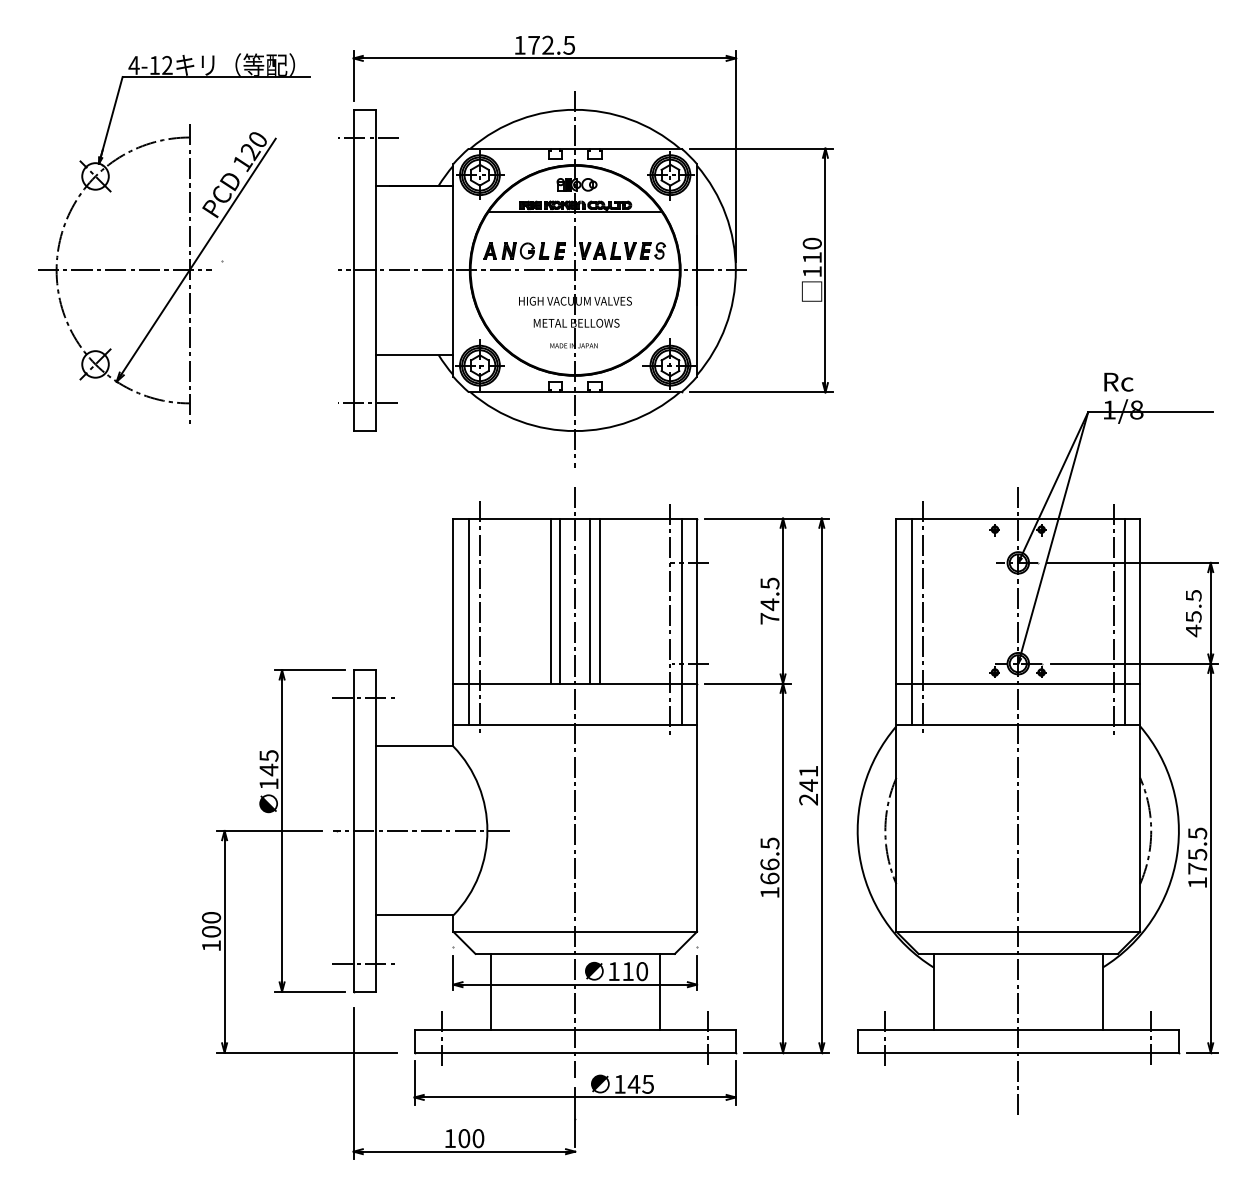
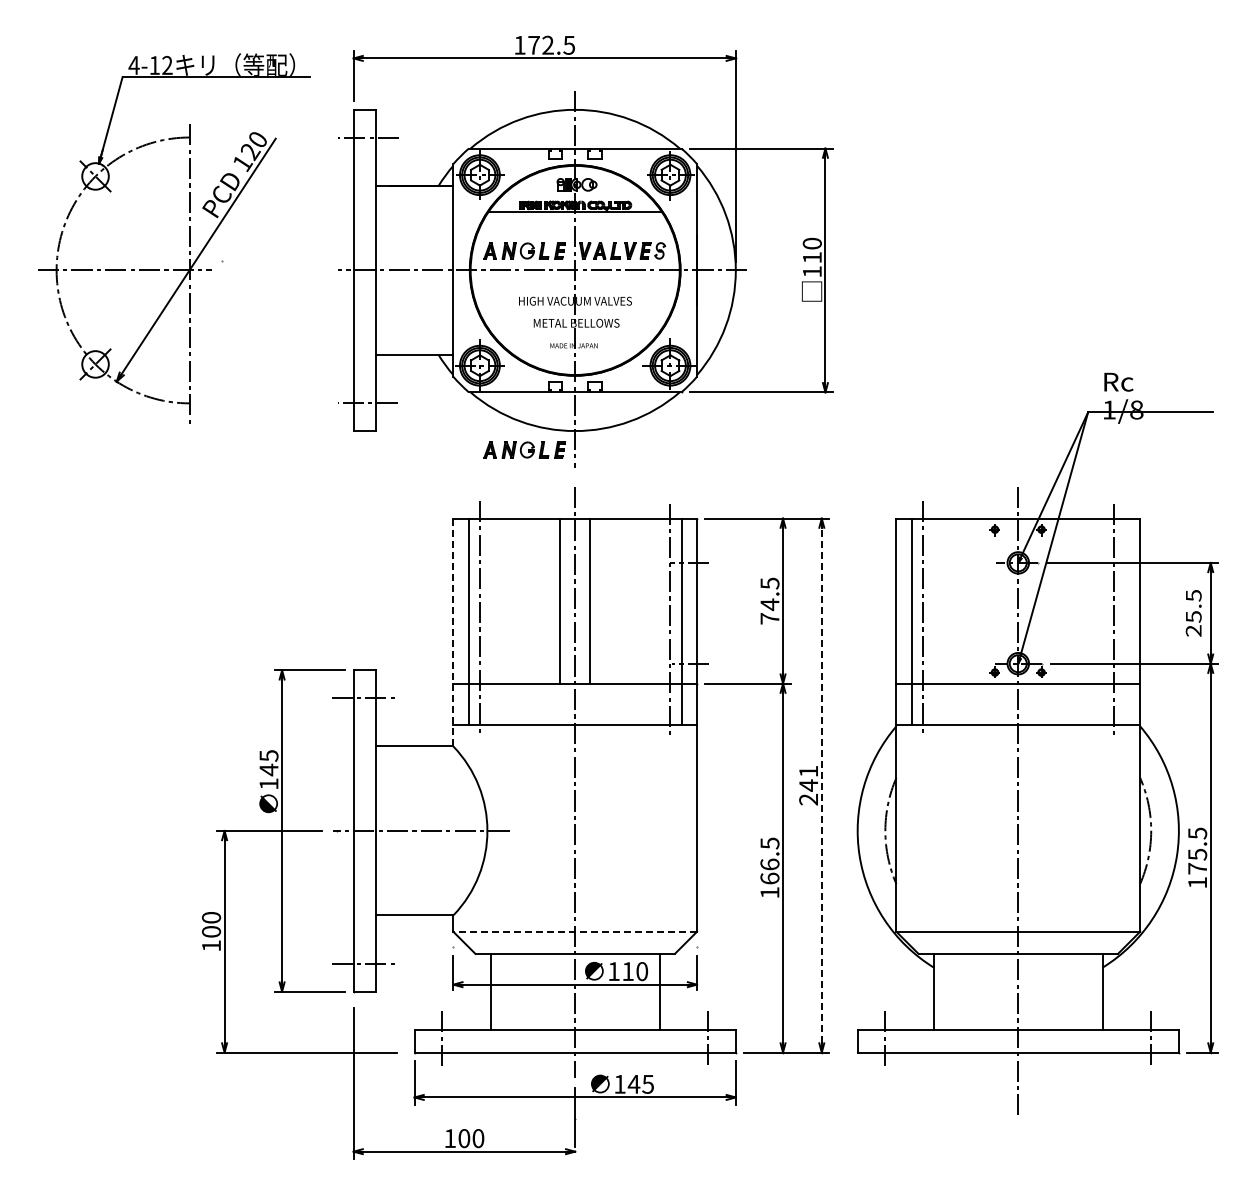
part at (524, 449): none -> present
line at (550, 600): present -> none
line at (600, 600): present -> none
line at (1124, 621): present -> none
text at (1193, 630): 45.5 -> 25.5
line at (453, 632): solid -> dashed
line at (821, 785): solid -> dashed
line at (575, 931): solid -> dashed
